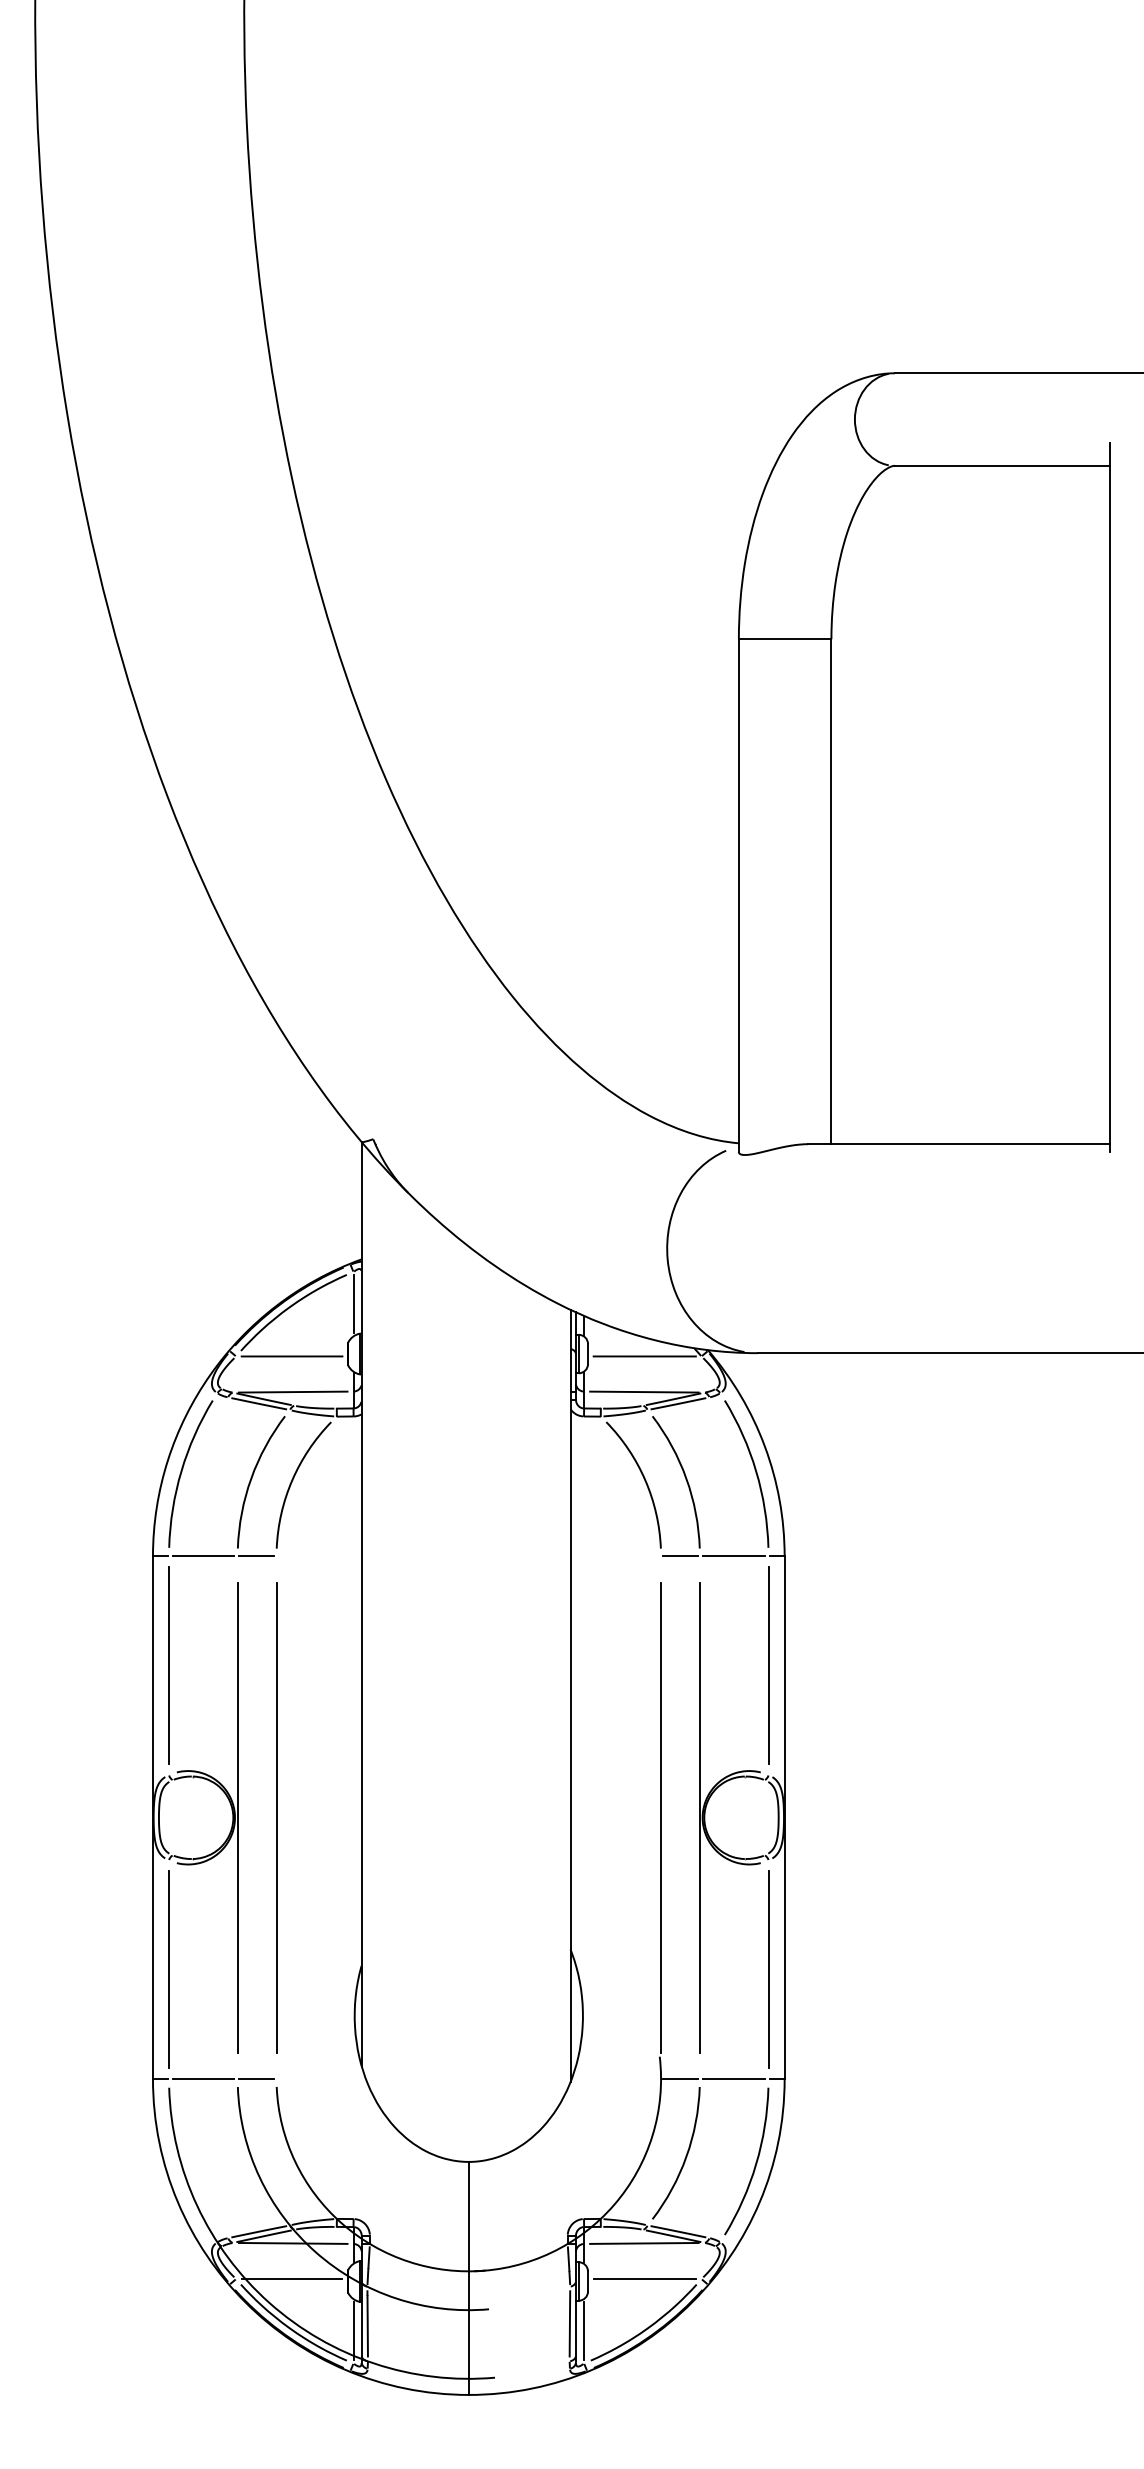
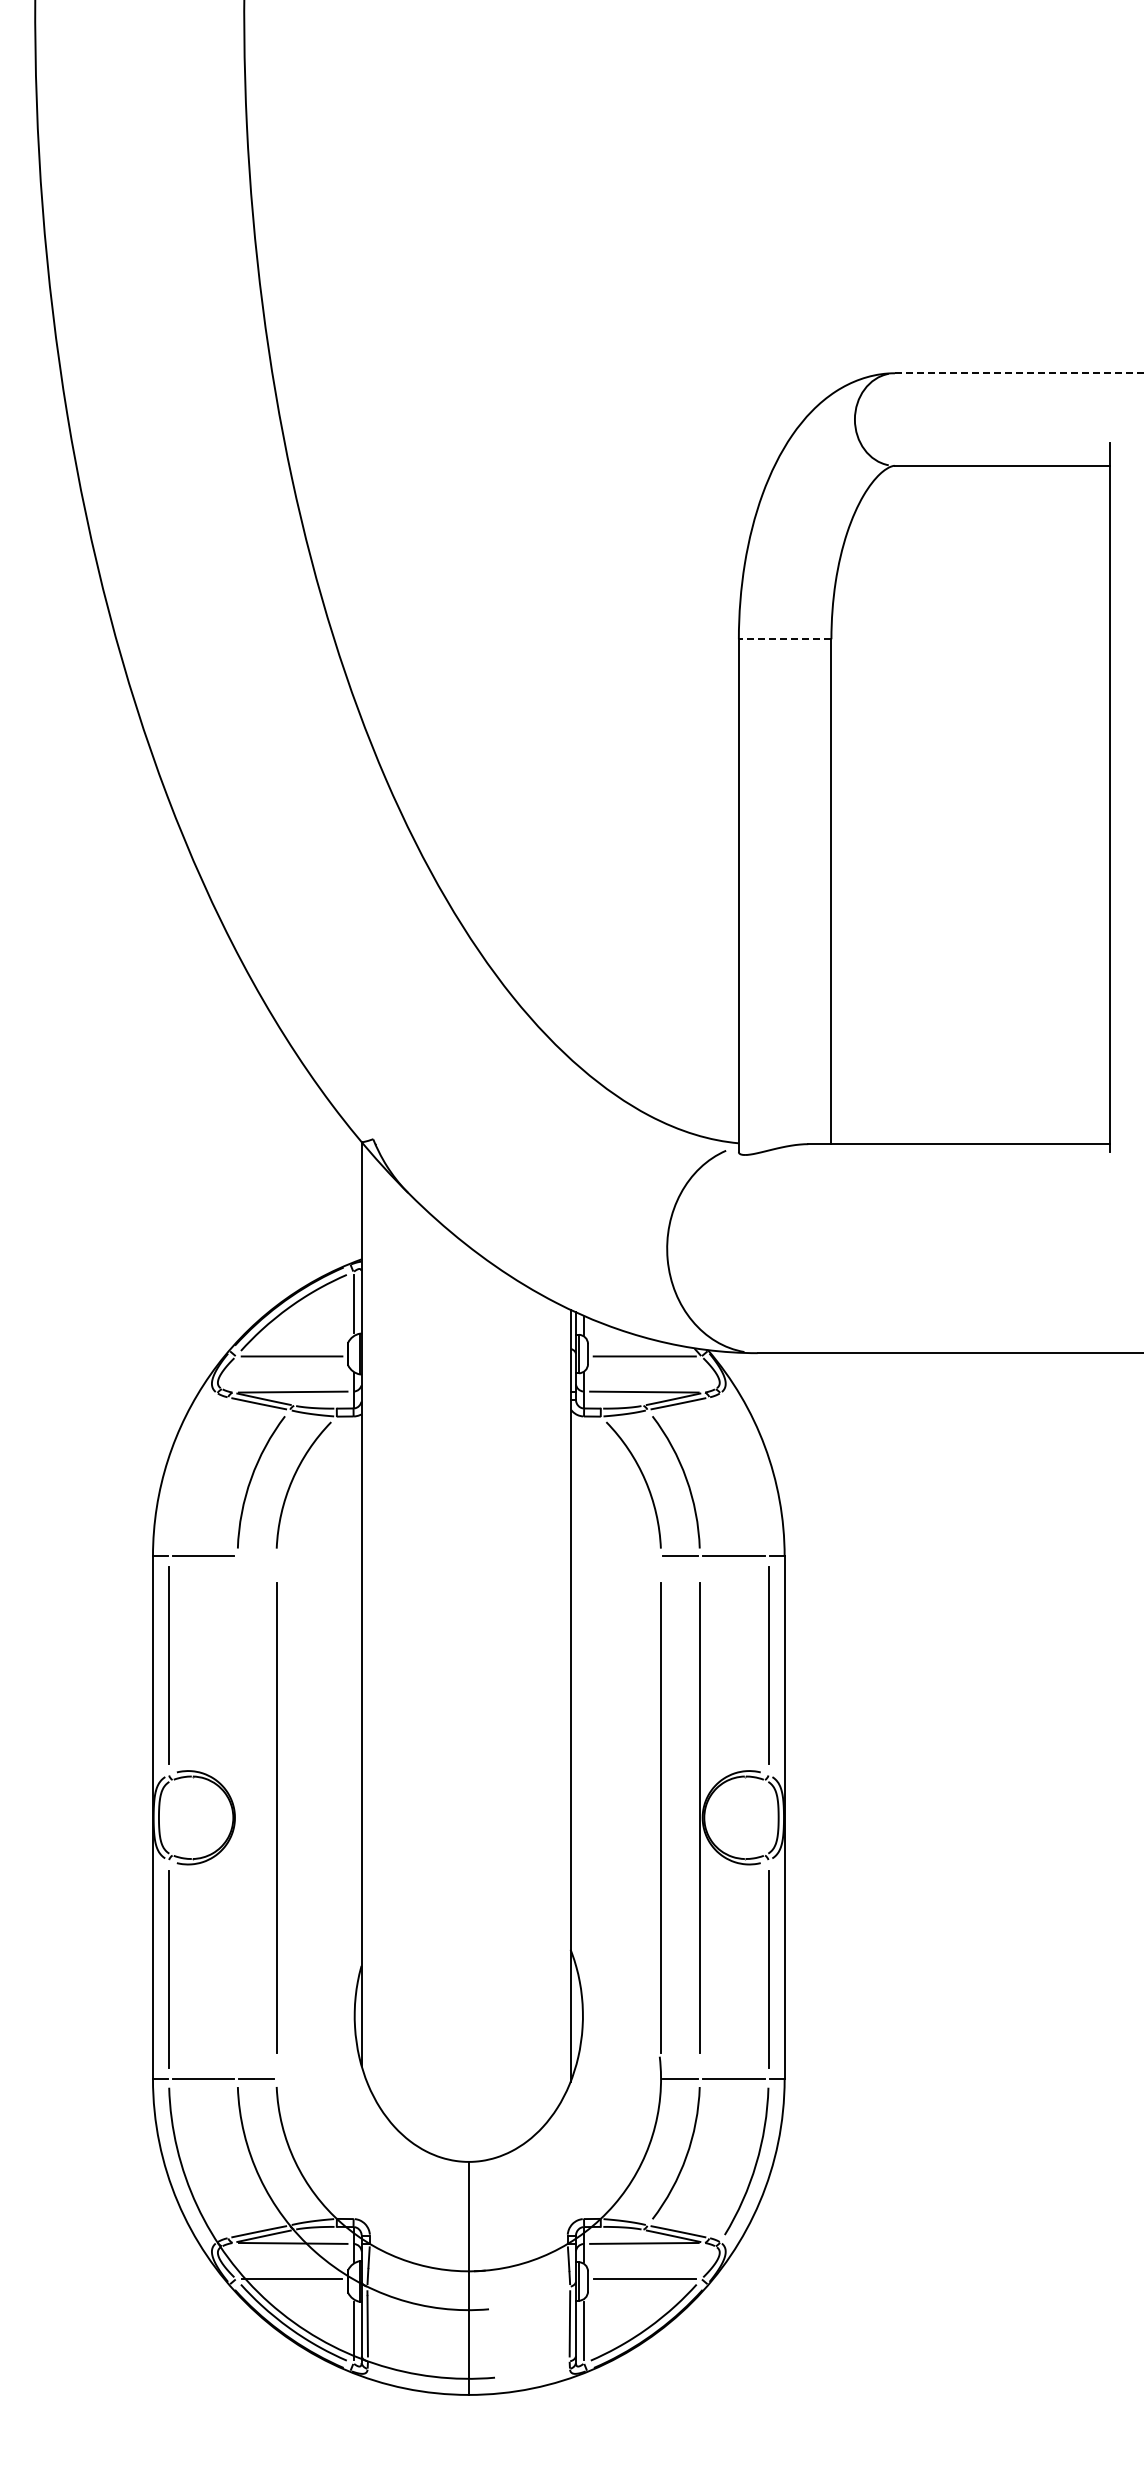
line at (1019, 373): solid -> dashed
line at (785, 639): solid -> dashed
arc at (754, 1470): present -> none
arc at (182, 1472): present -> none
line at (256, 1556): present -> none
line at (237, 1817): present -> none
